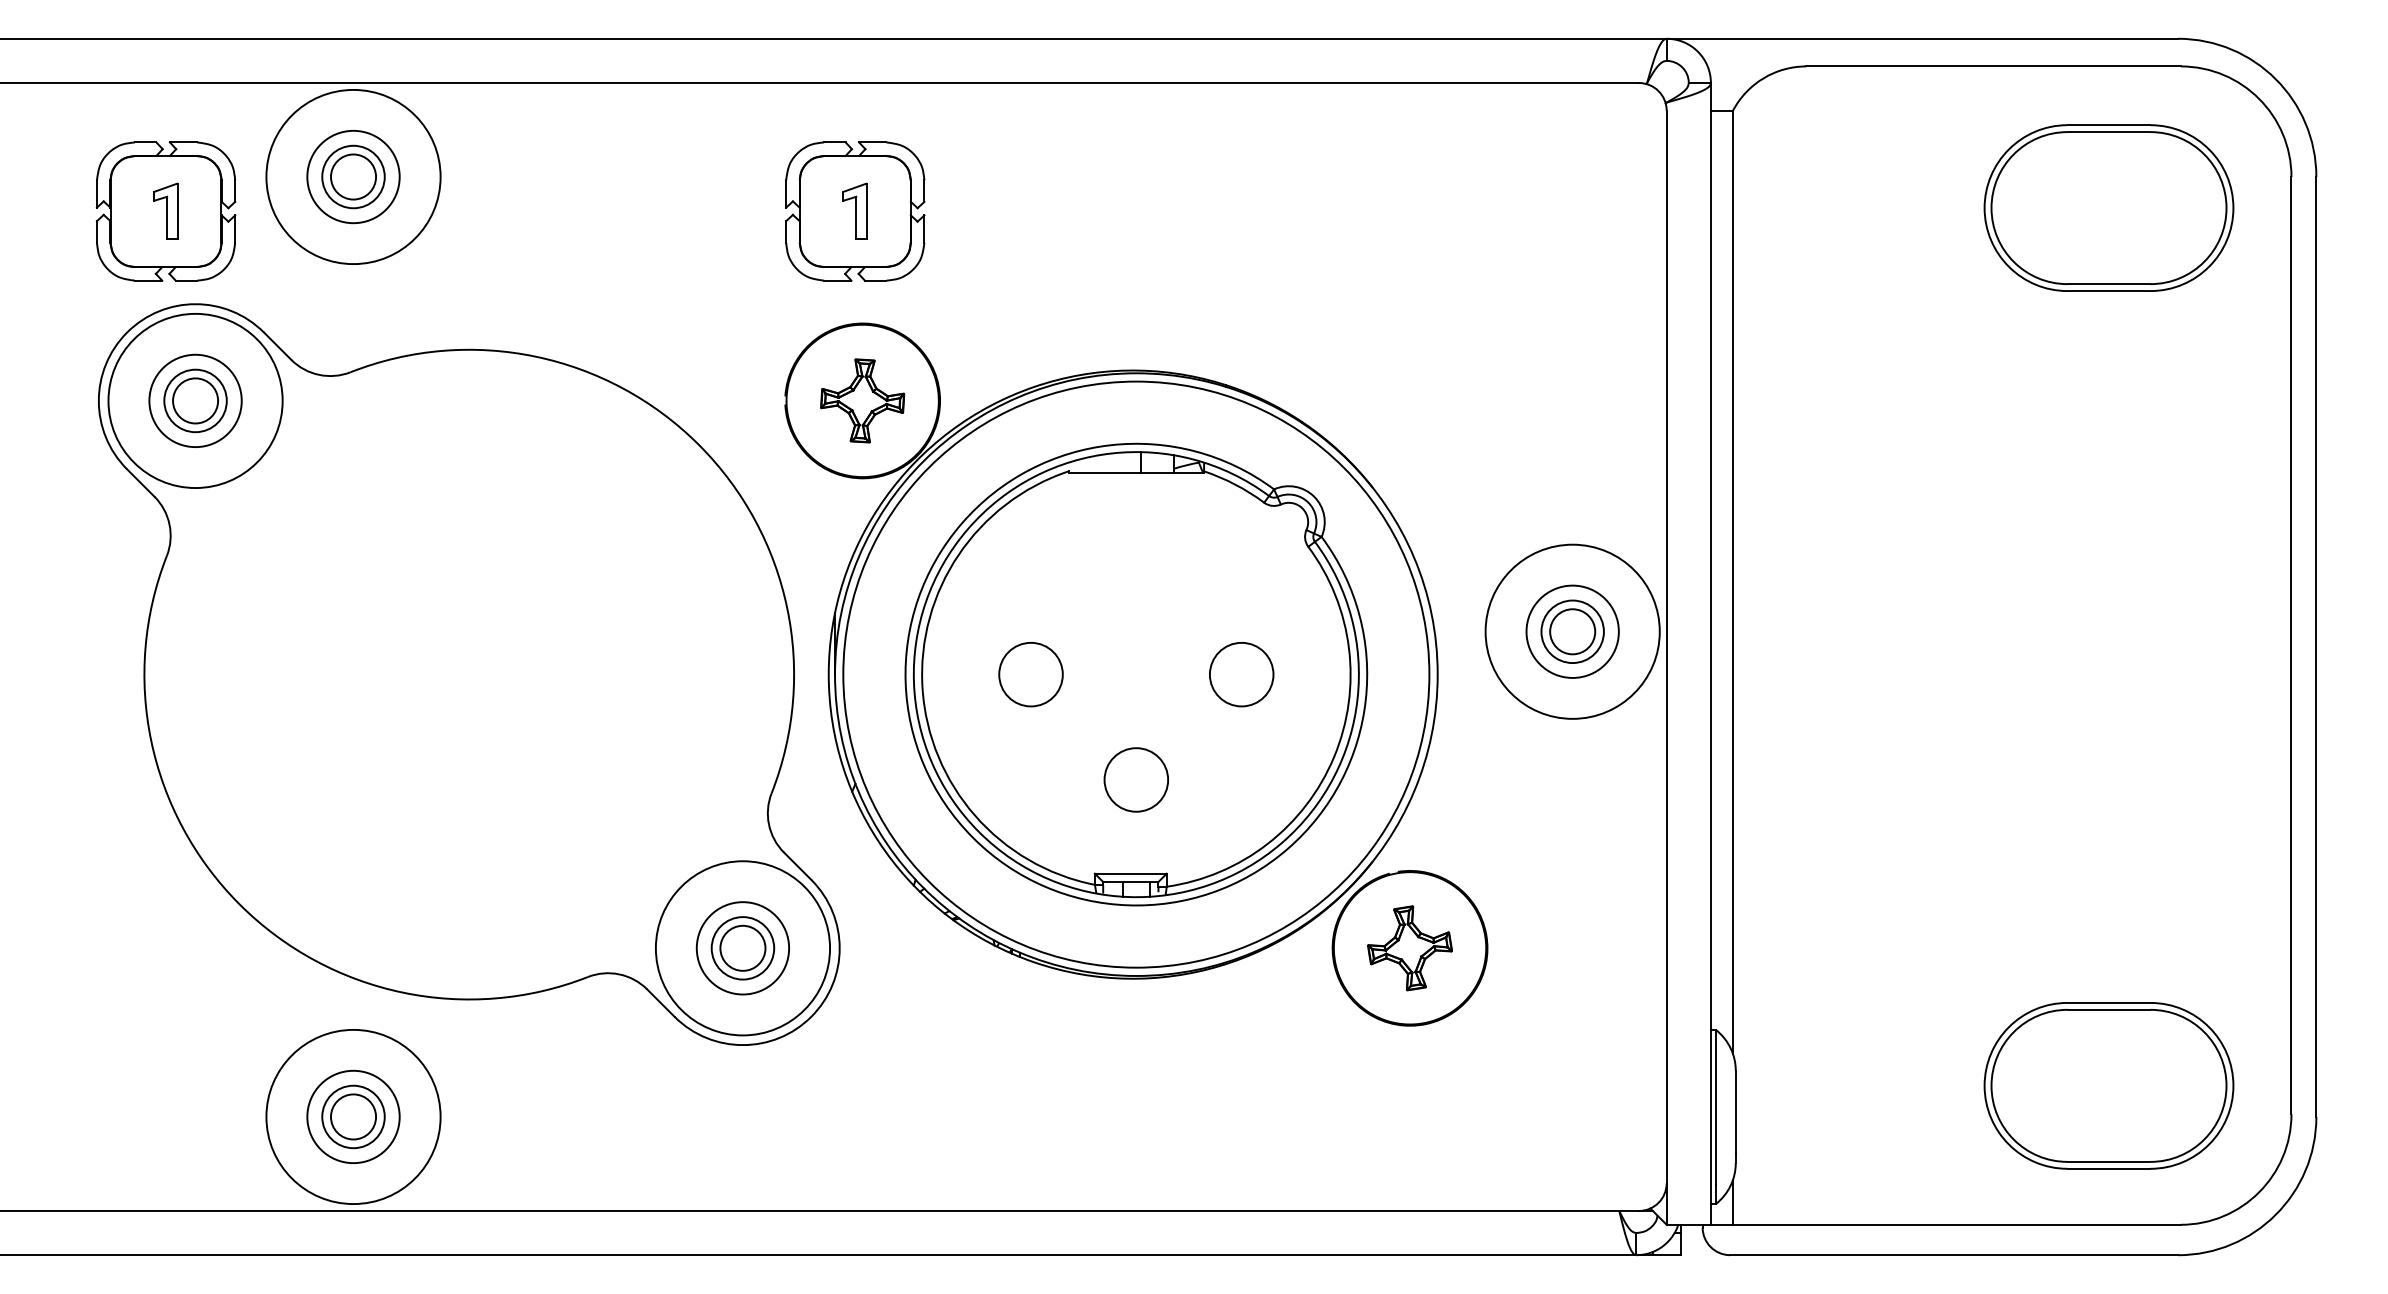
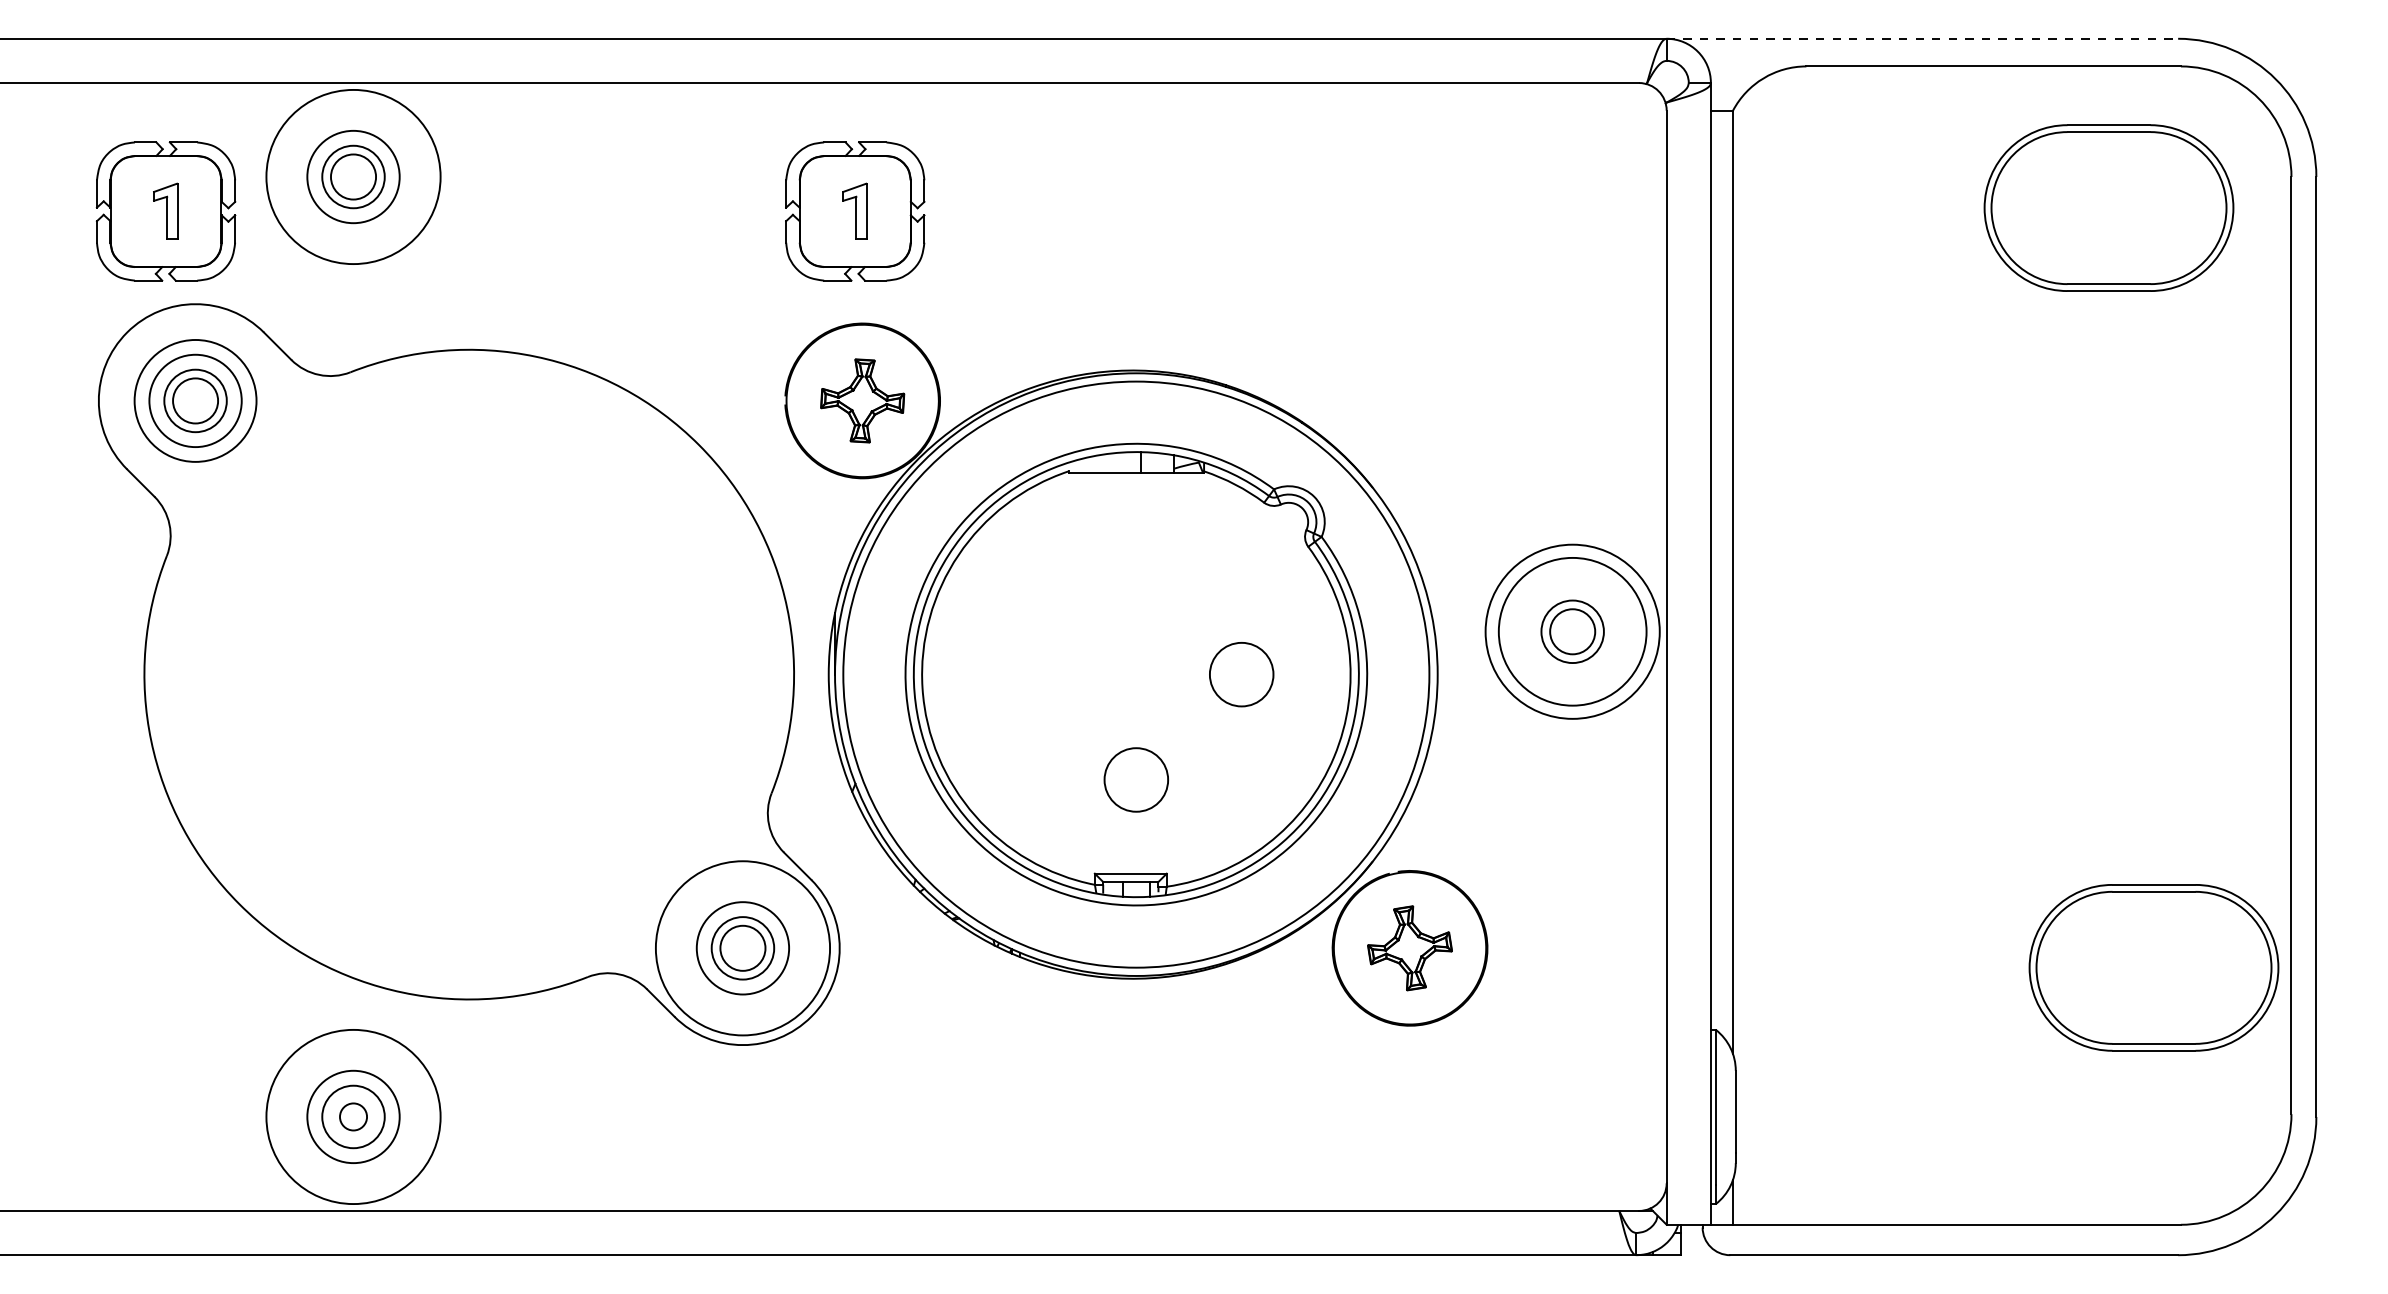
line at (1922, 38): solid -> dashed
circle at (195, 400) diameter: 174 px -> 122 px
circle at (1572, 631) diameter: 92 px -> 148 px
circle at (1030, 674): present -> none
part at (2108, 1085) position: (2108, 1085) -> (2153, 967)
circle at (353, 1116) diameter: 45 px -> 27 px
